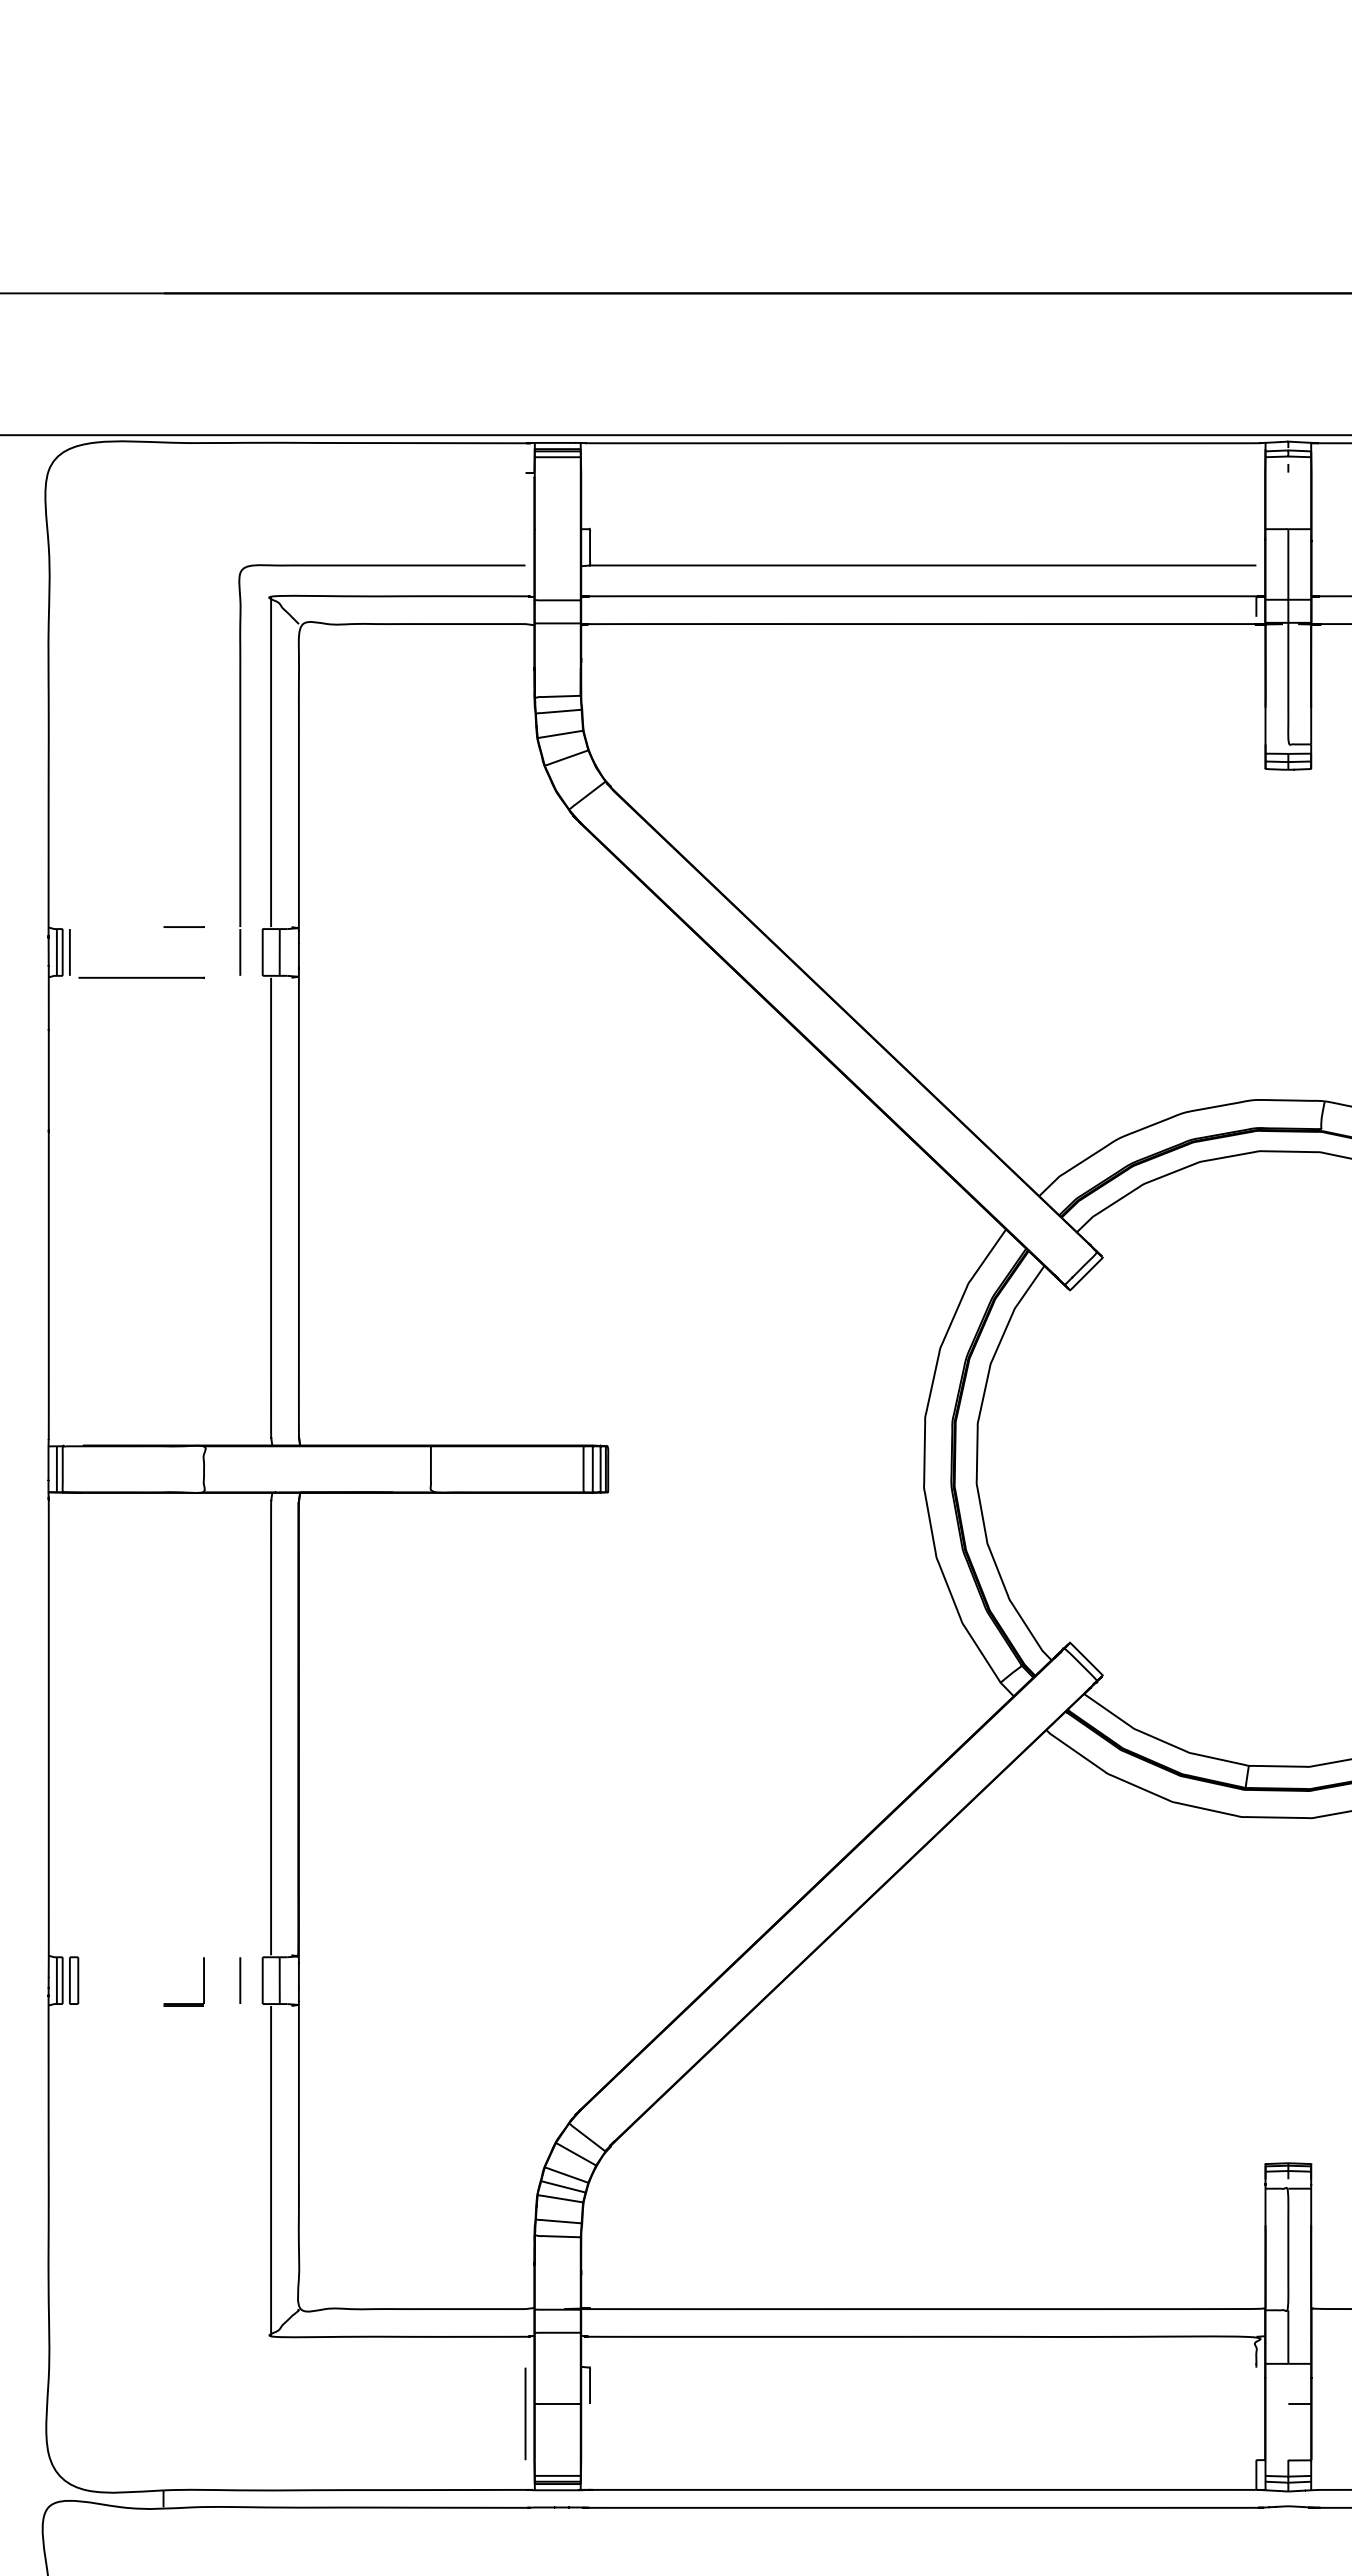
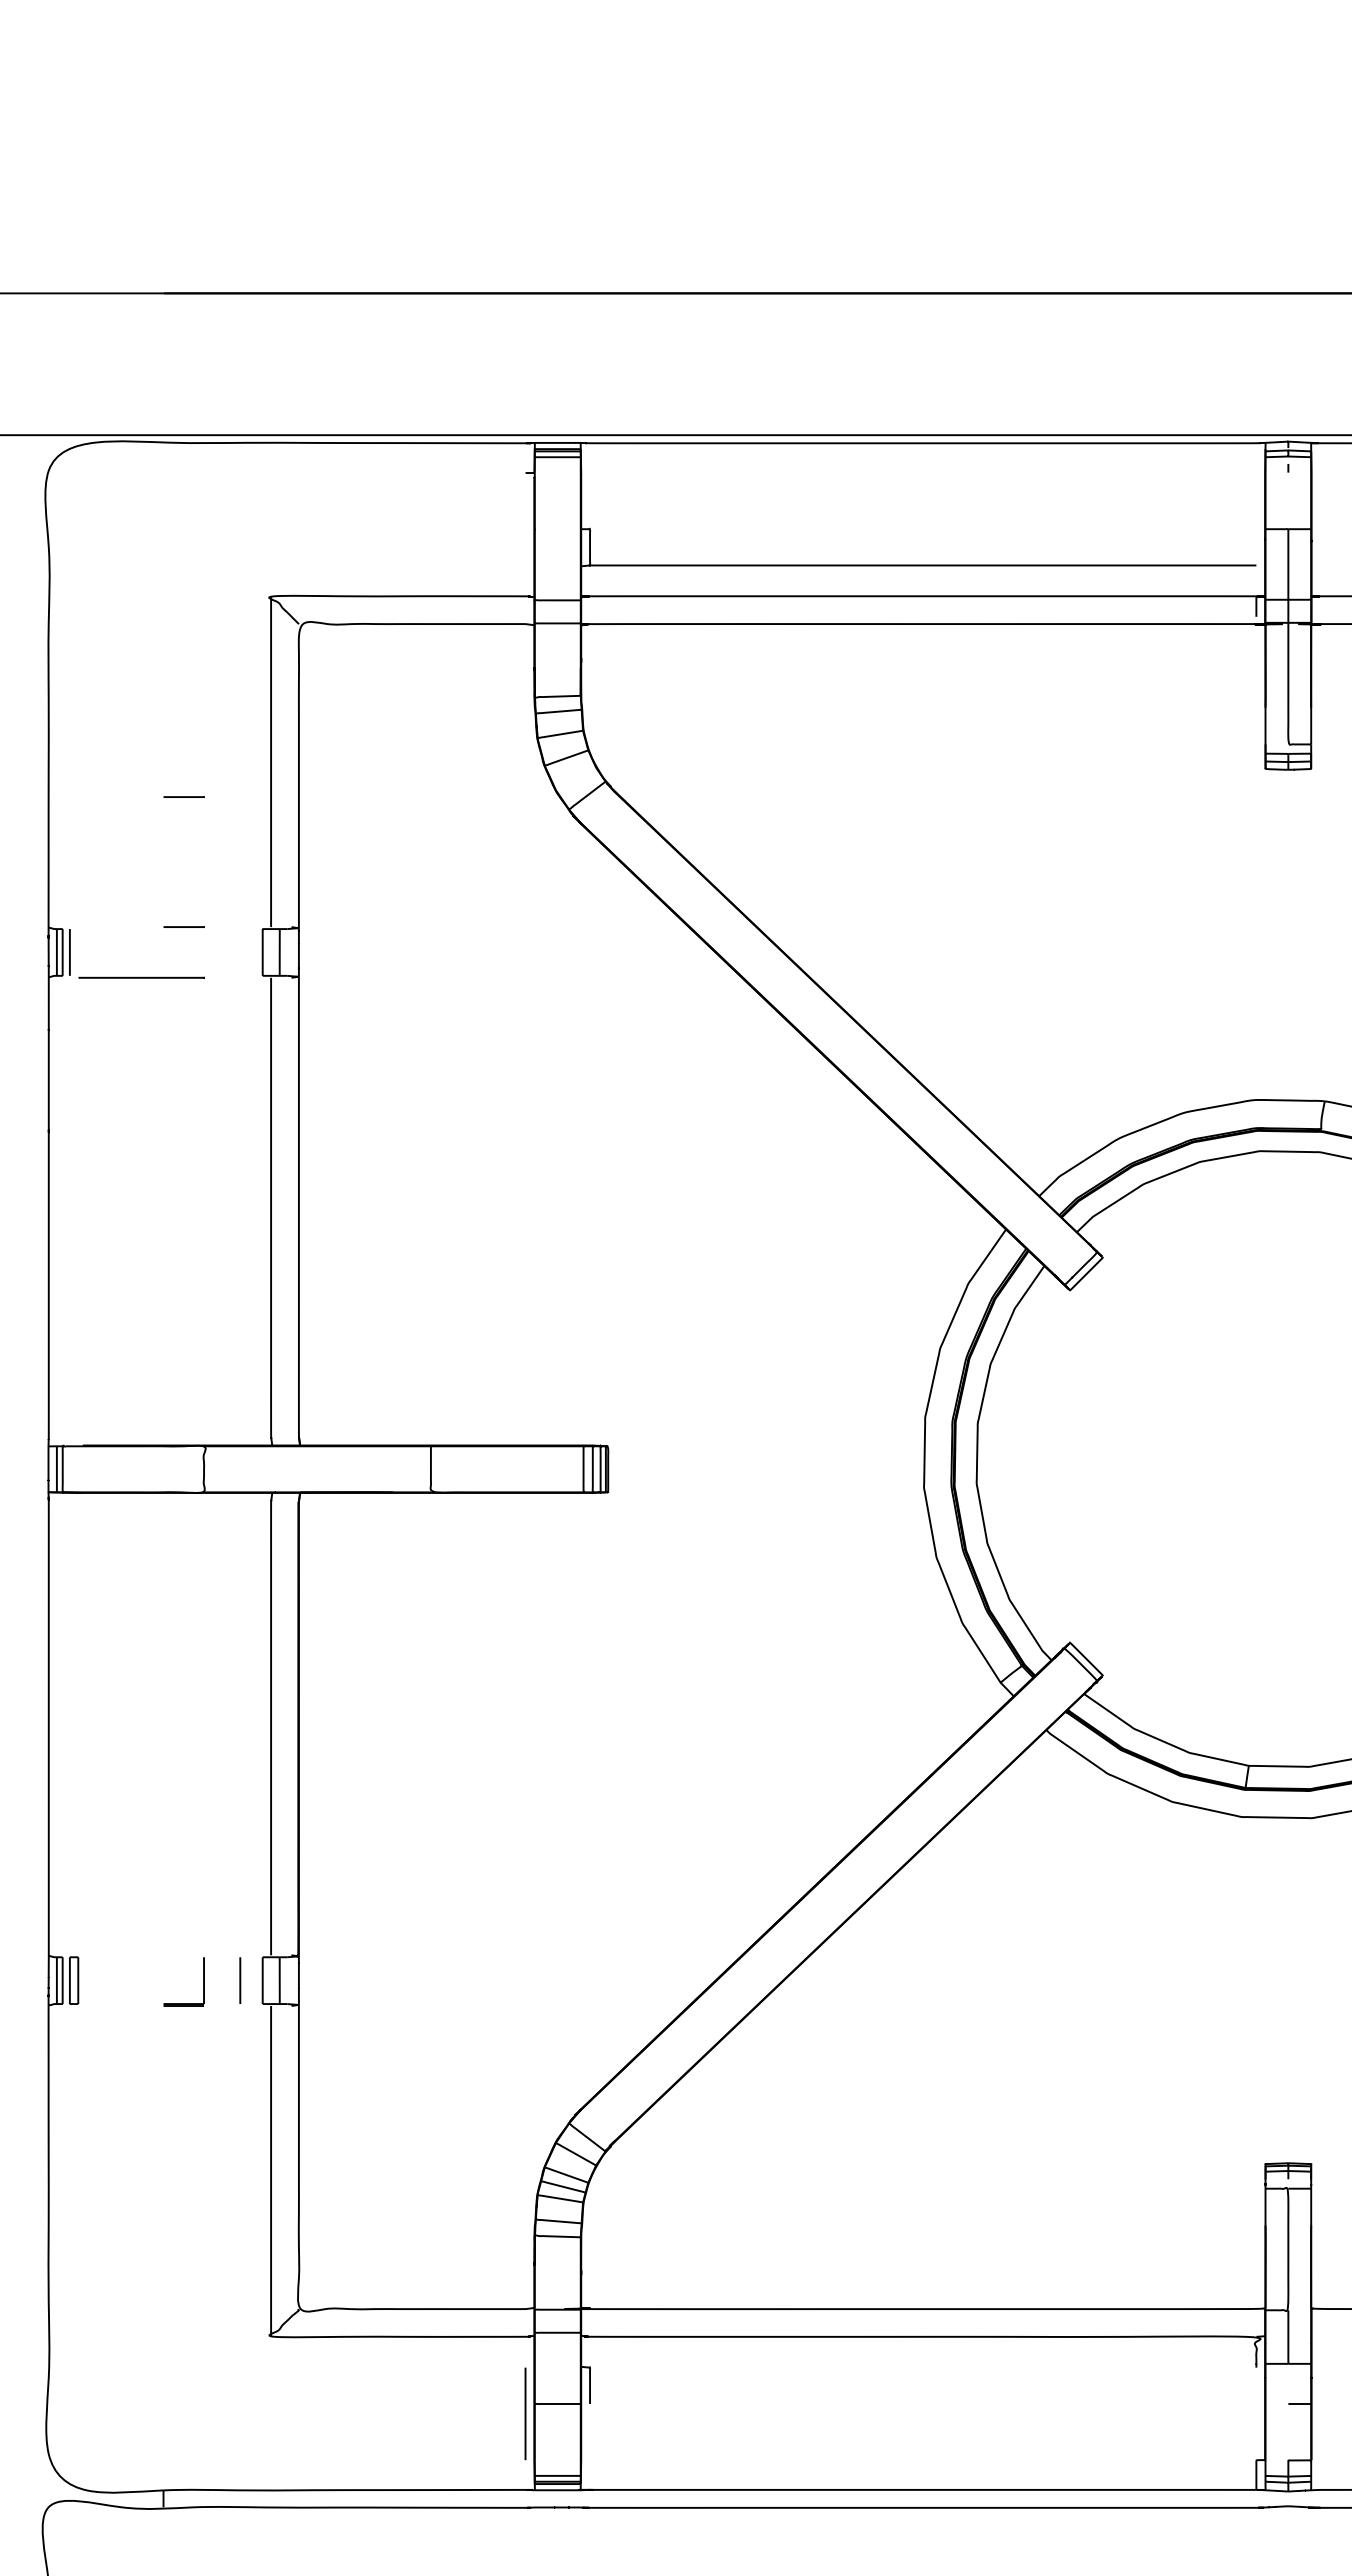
part at (241, 769): present -> none
line at (183, 796): none -> present
